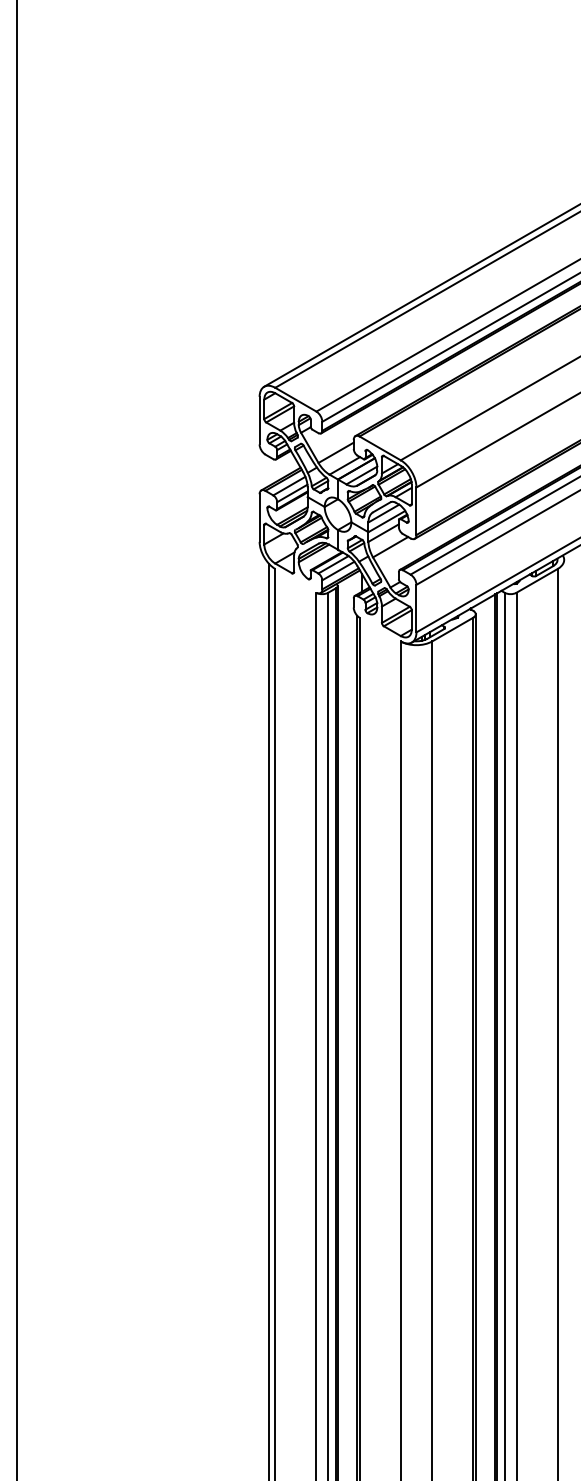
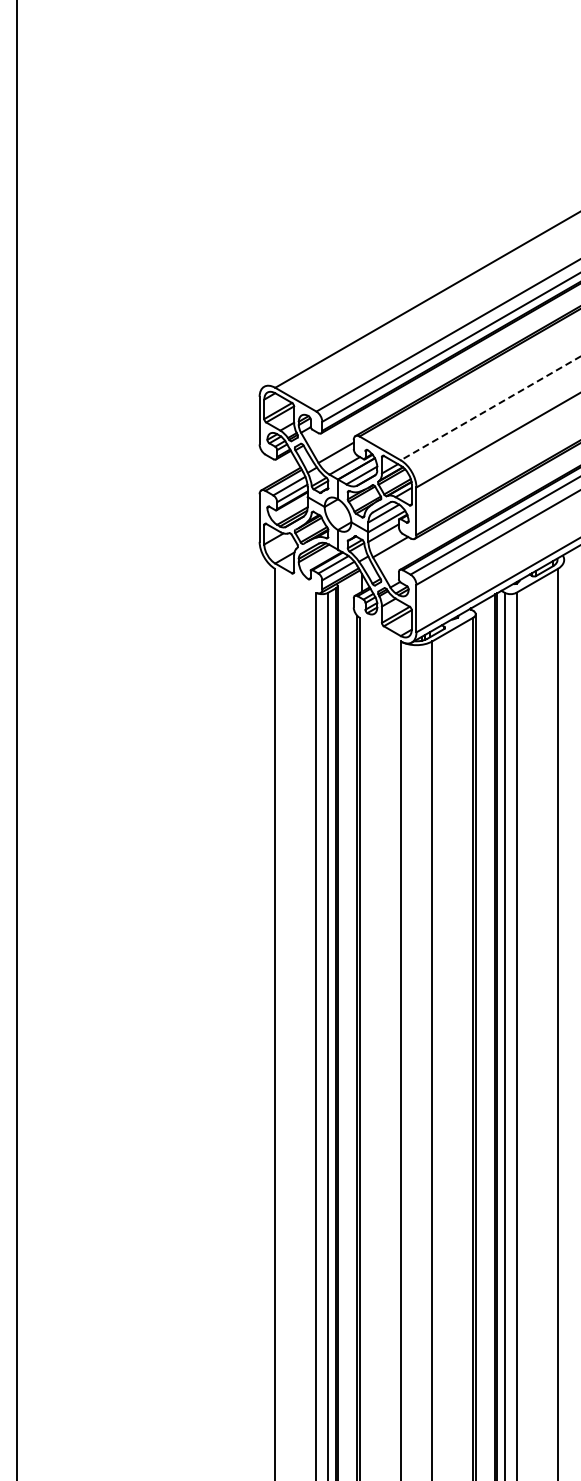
line at (420, 295): present -> none
line at (490, 408): solid -> dashed
line at (268, 1020): present -> none
